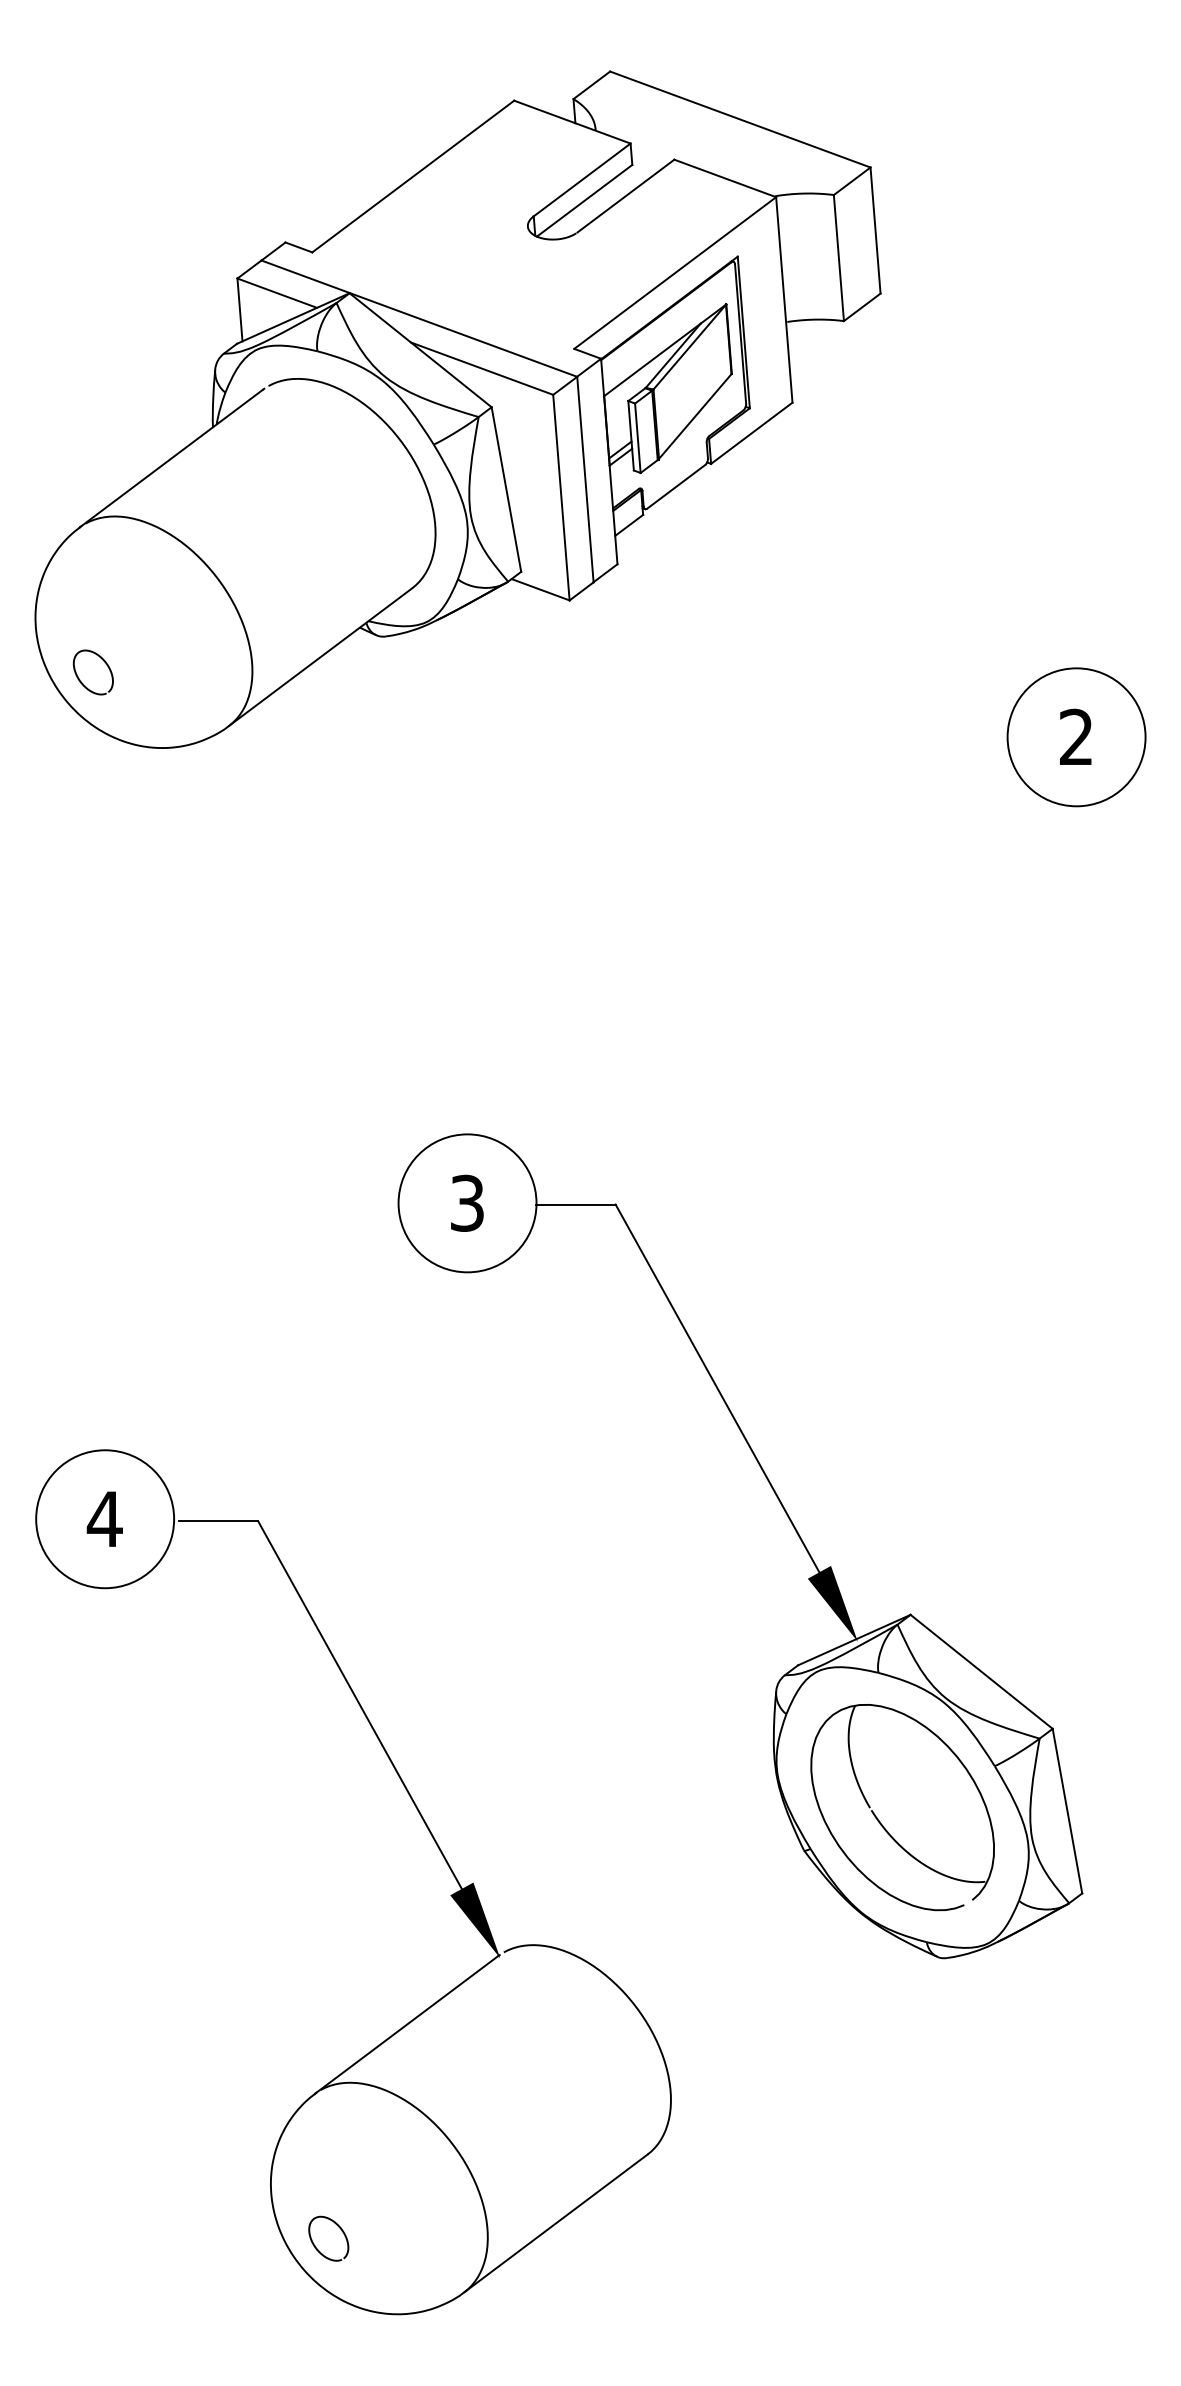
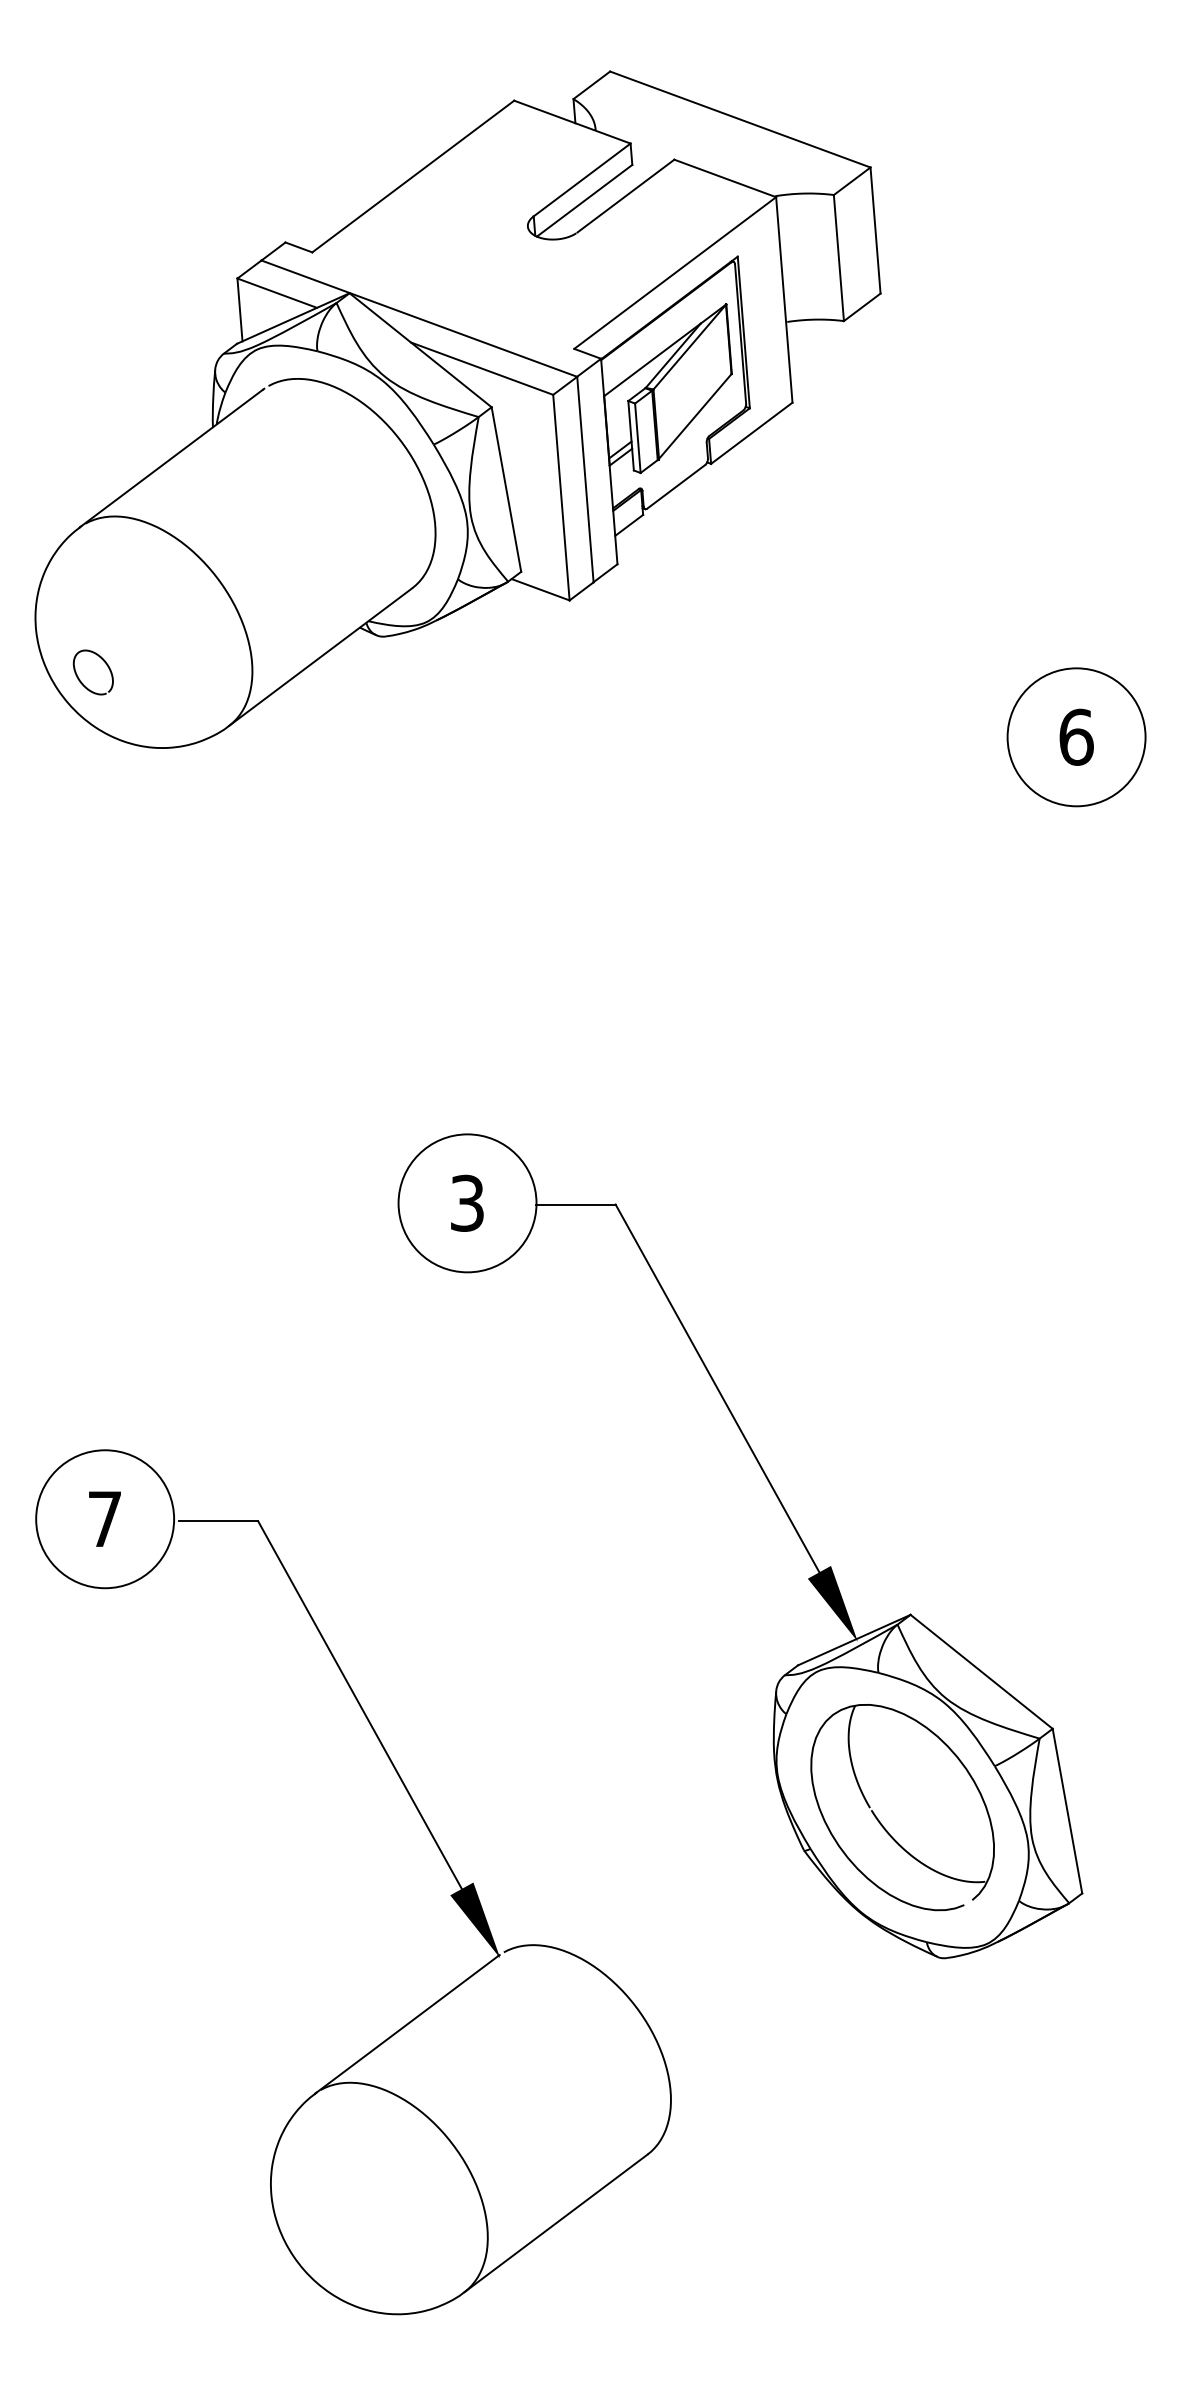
text at (1076, 736): 2 -> 6
text at (104, 1518): 4 -> 7
curve at (341, 2231): present -> none
